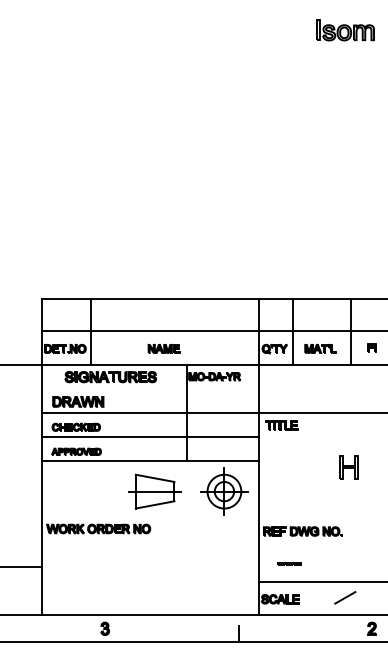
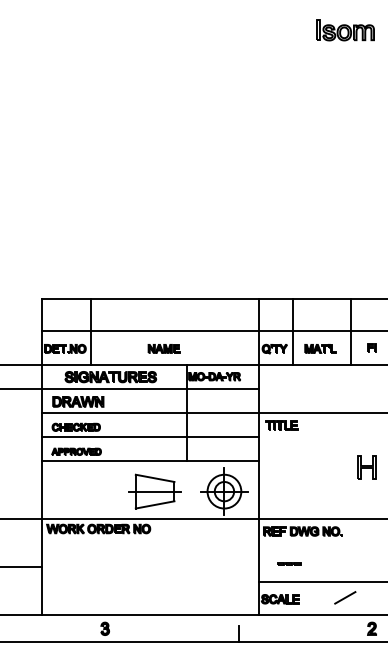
line at (130, 388): none -> present
part at (348, 467) position: (348, 467) -> (366, 467)
line at (193, 519): none -> present
